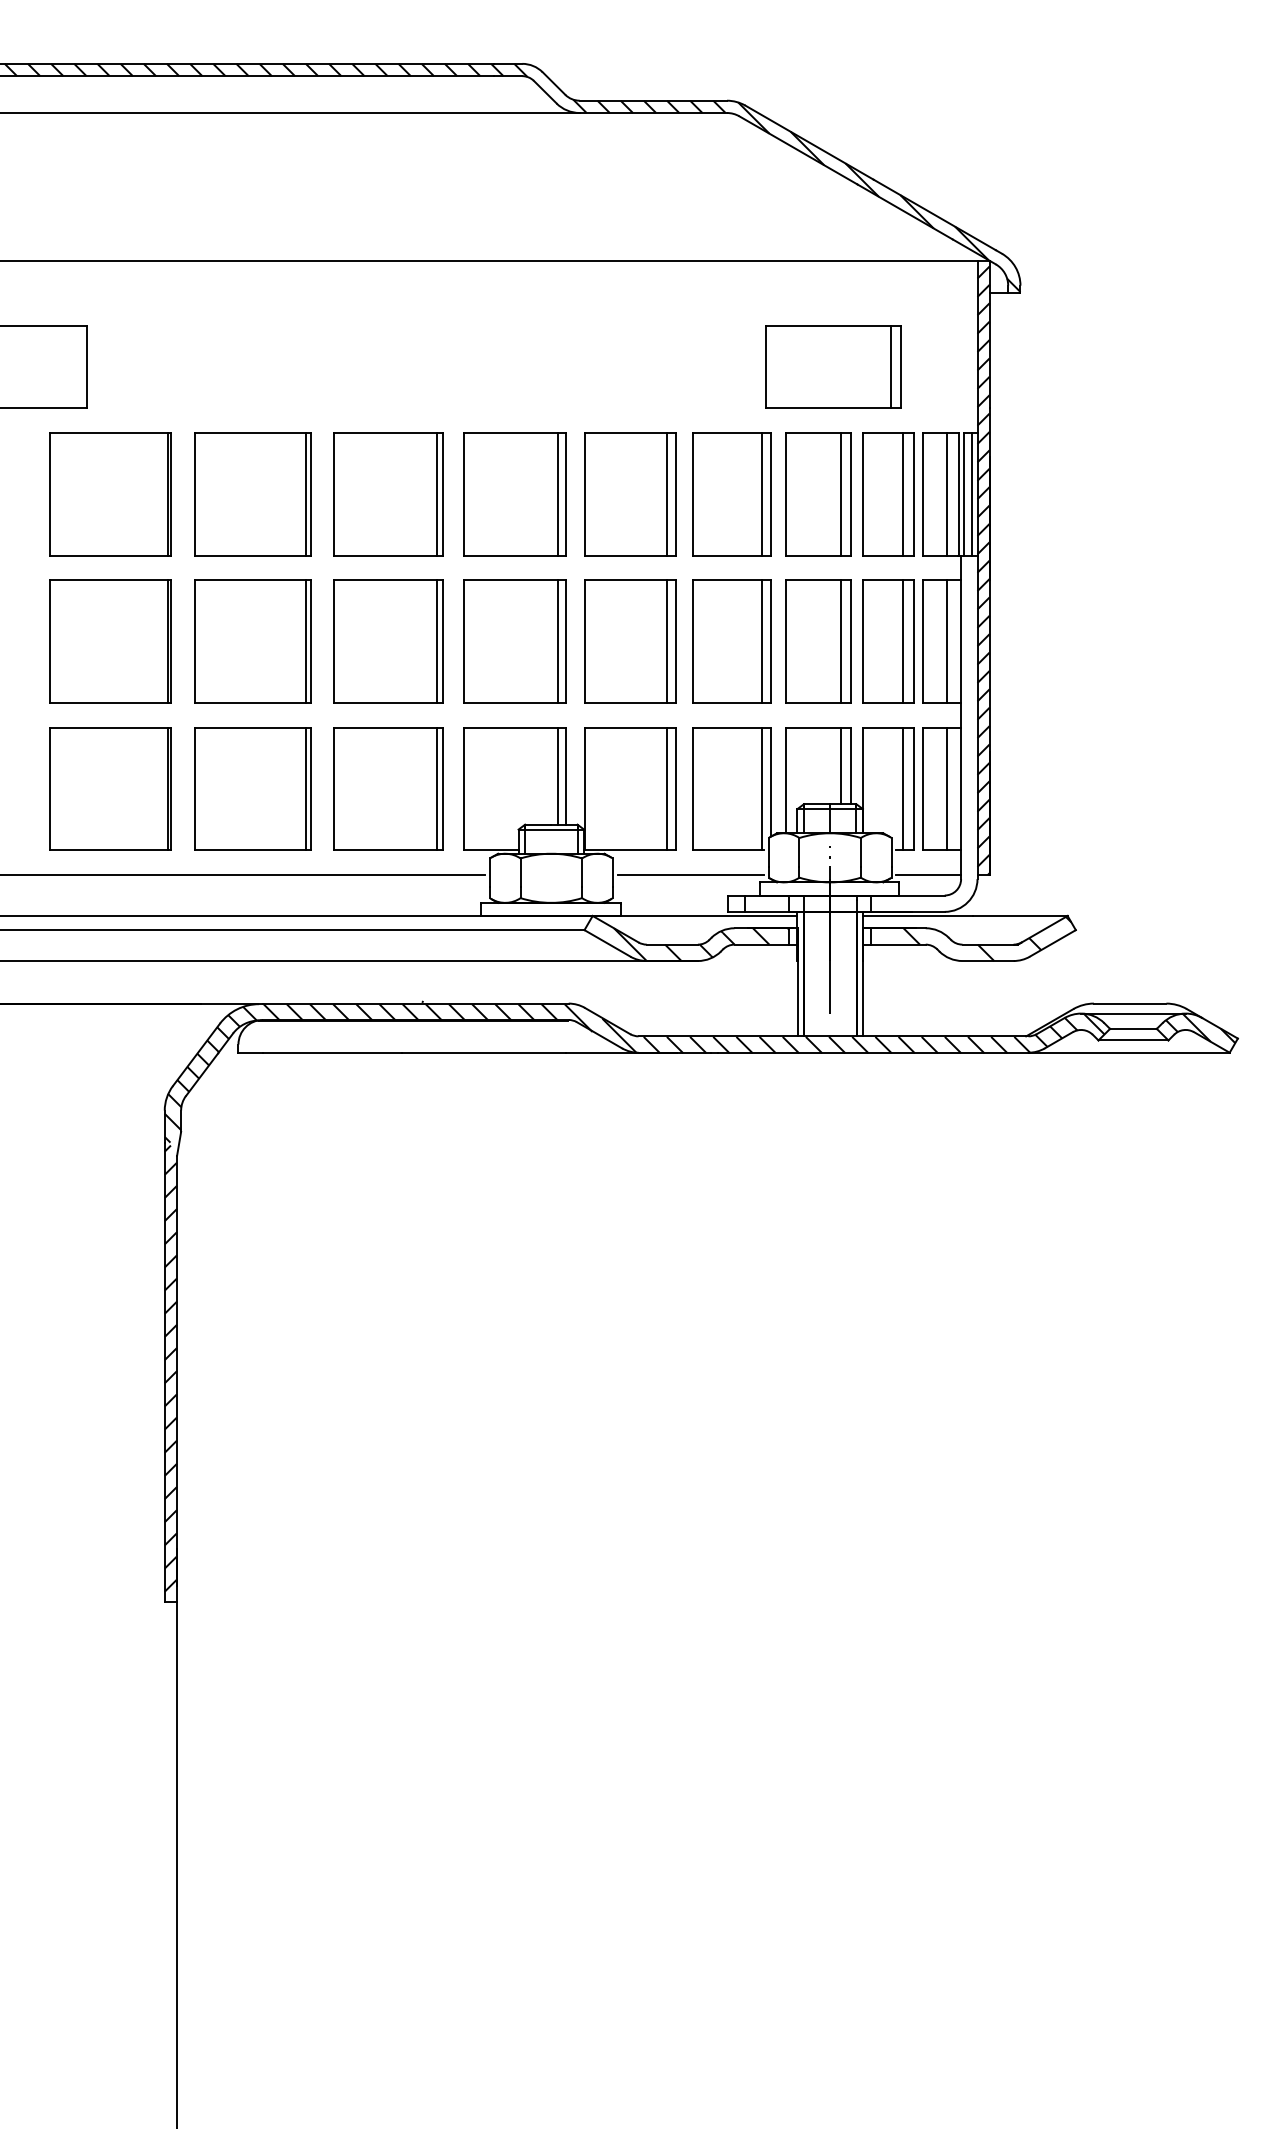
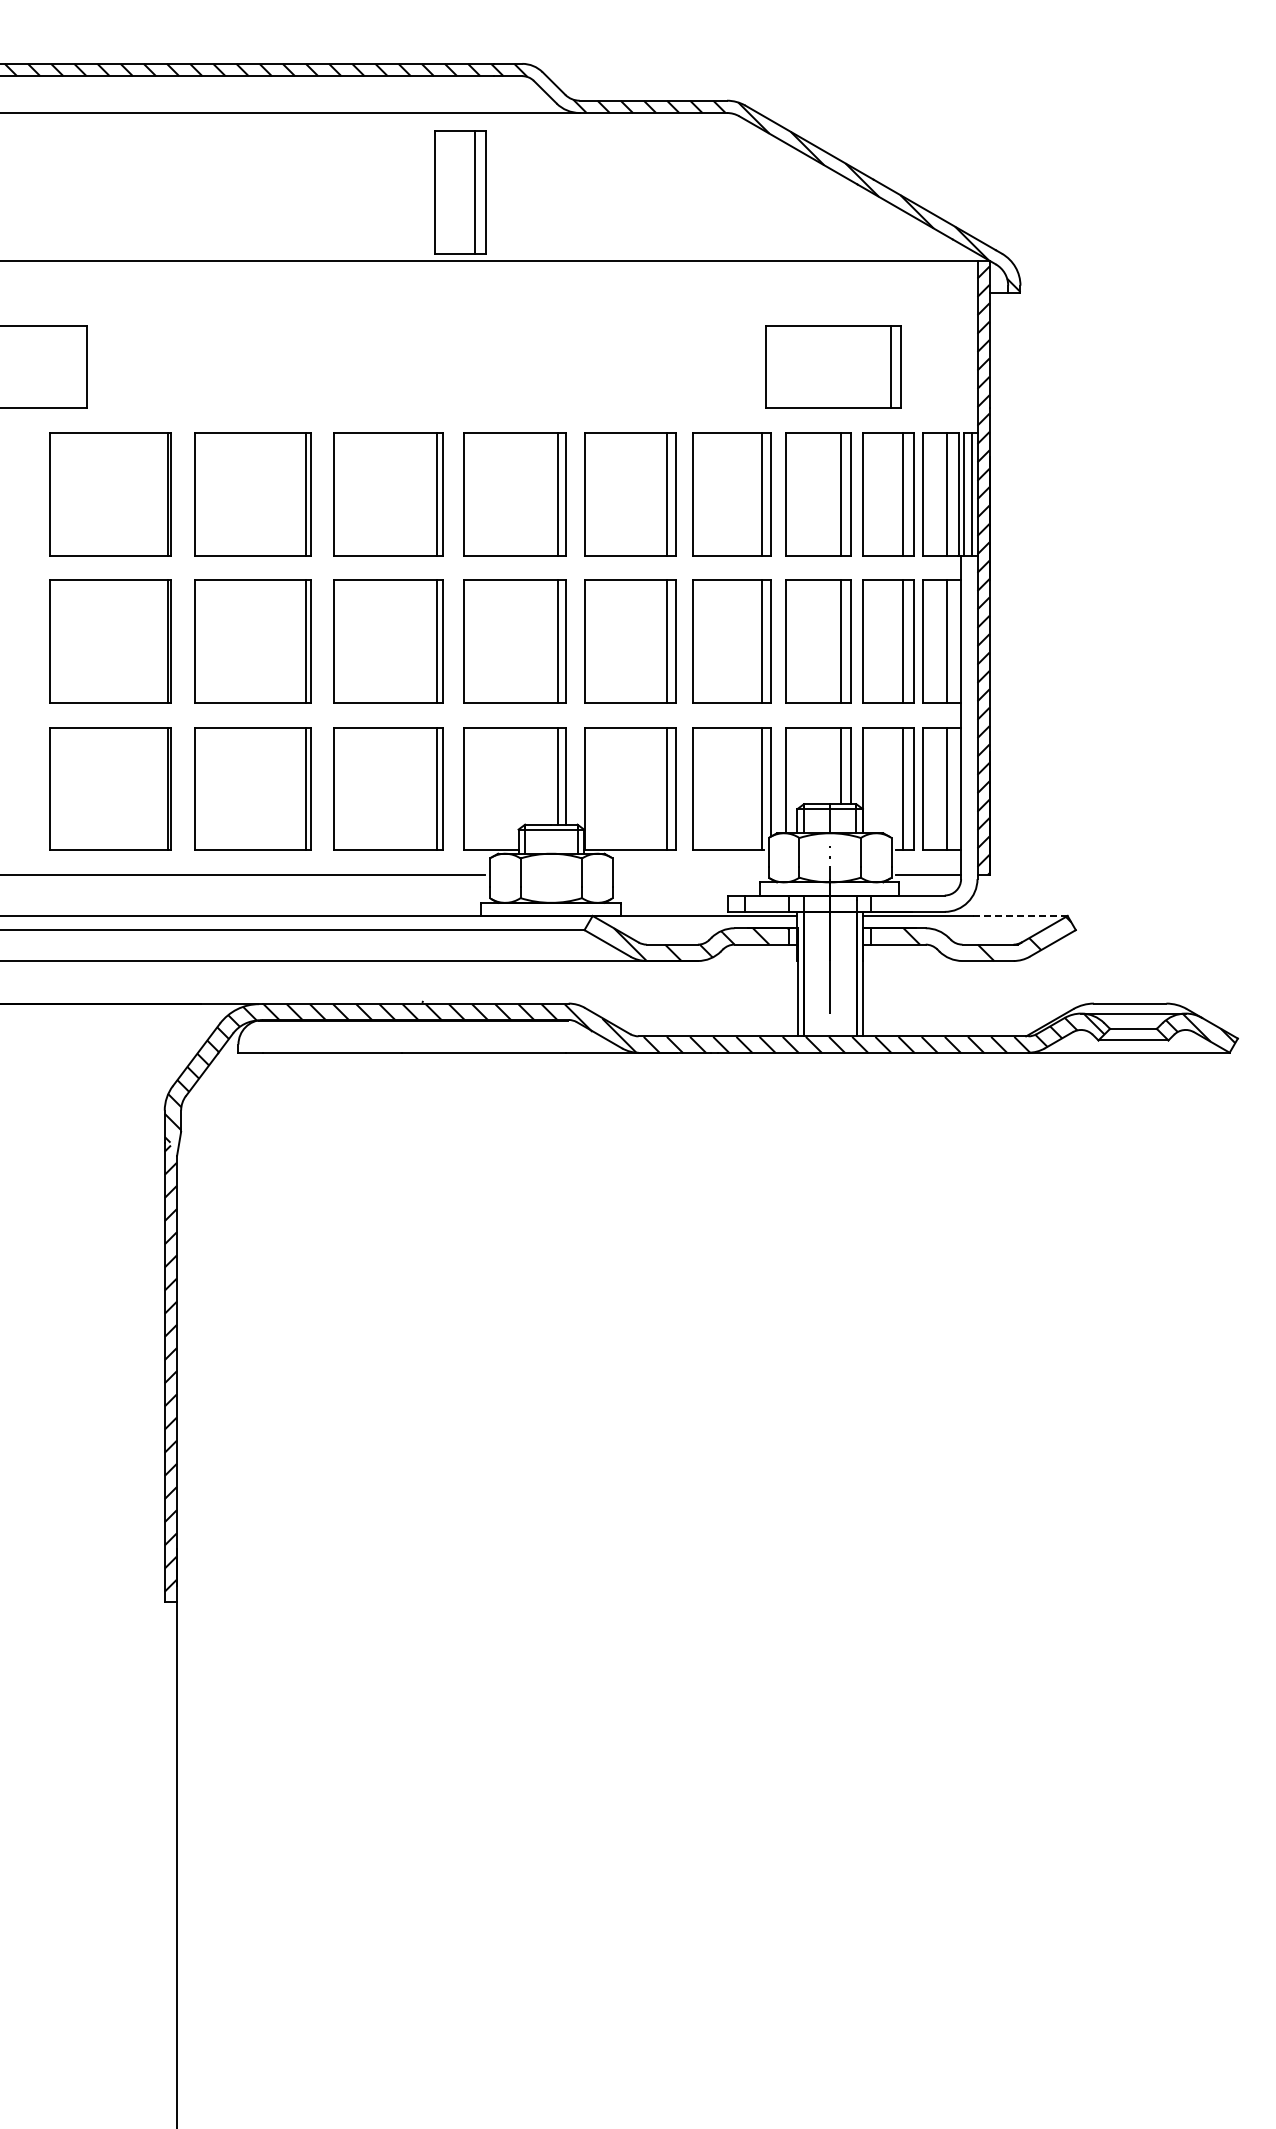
part at (460, 192): none -> present
line at (690, 875): present -> none
line at (1020, 915): solid -> dashed
